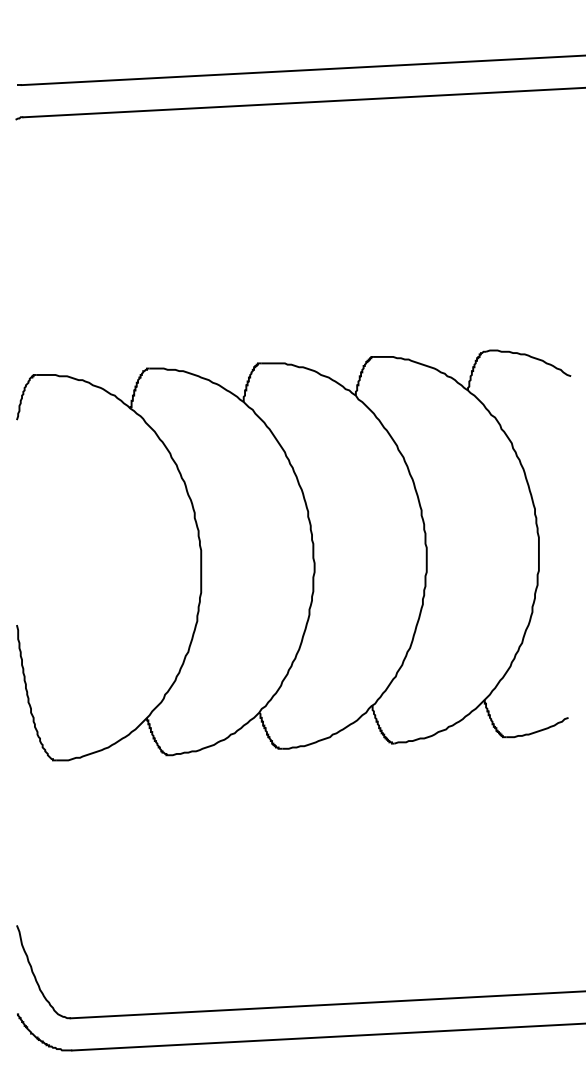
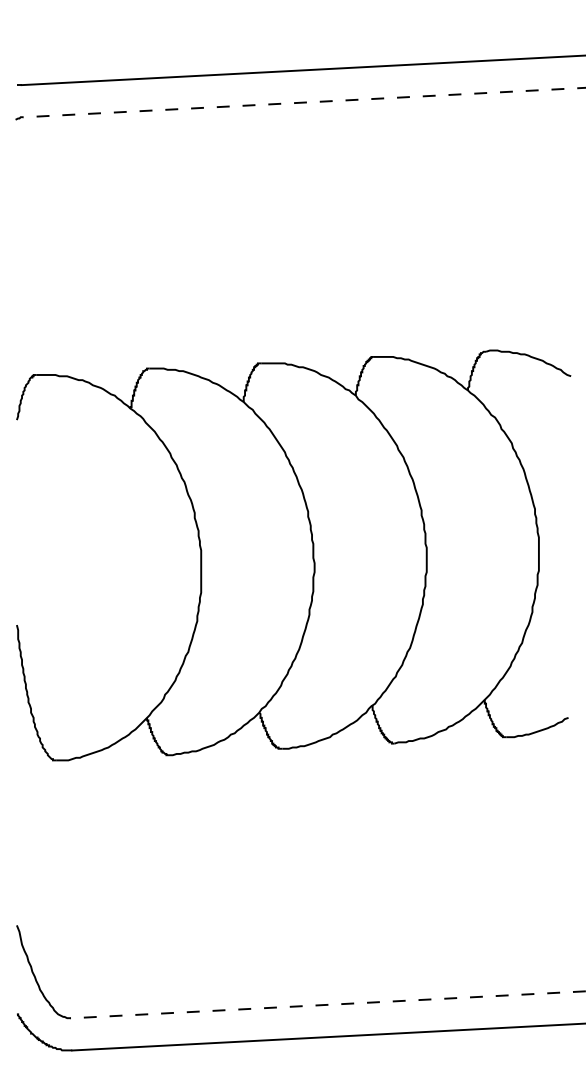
line at (303, 102): solid -> dashed
line at (328, 1004): solid -> dashed
